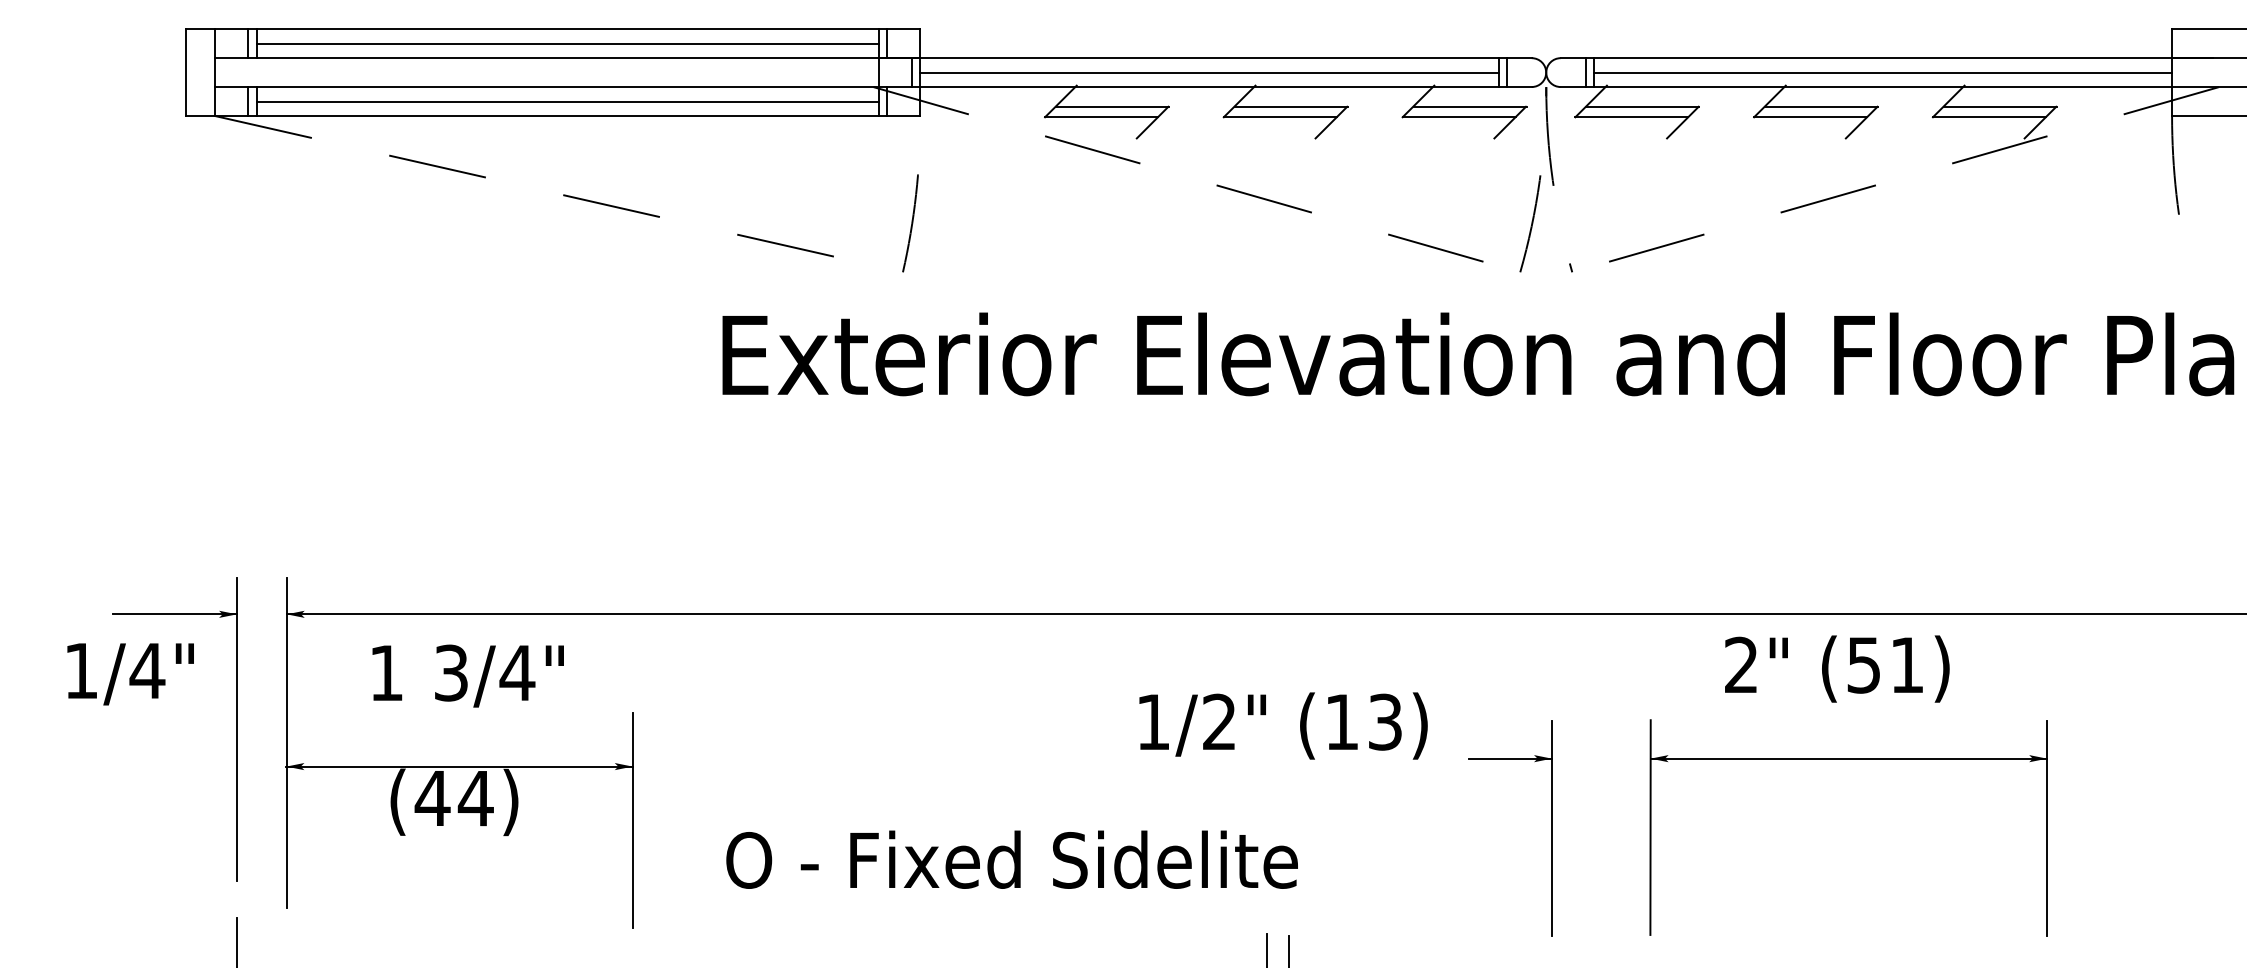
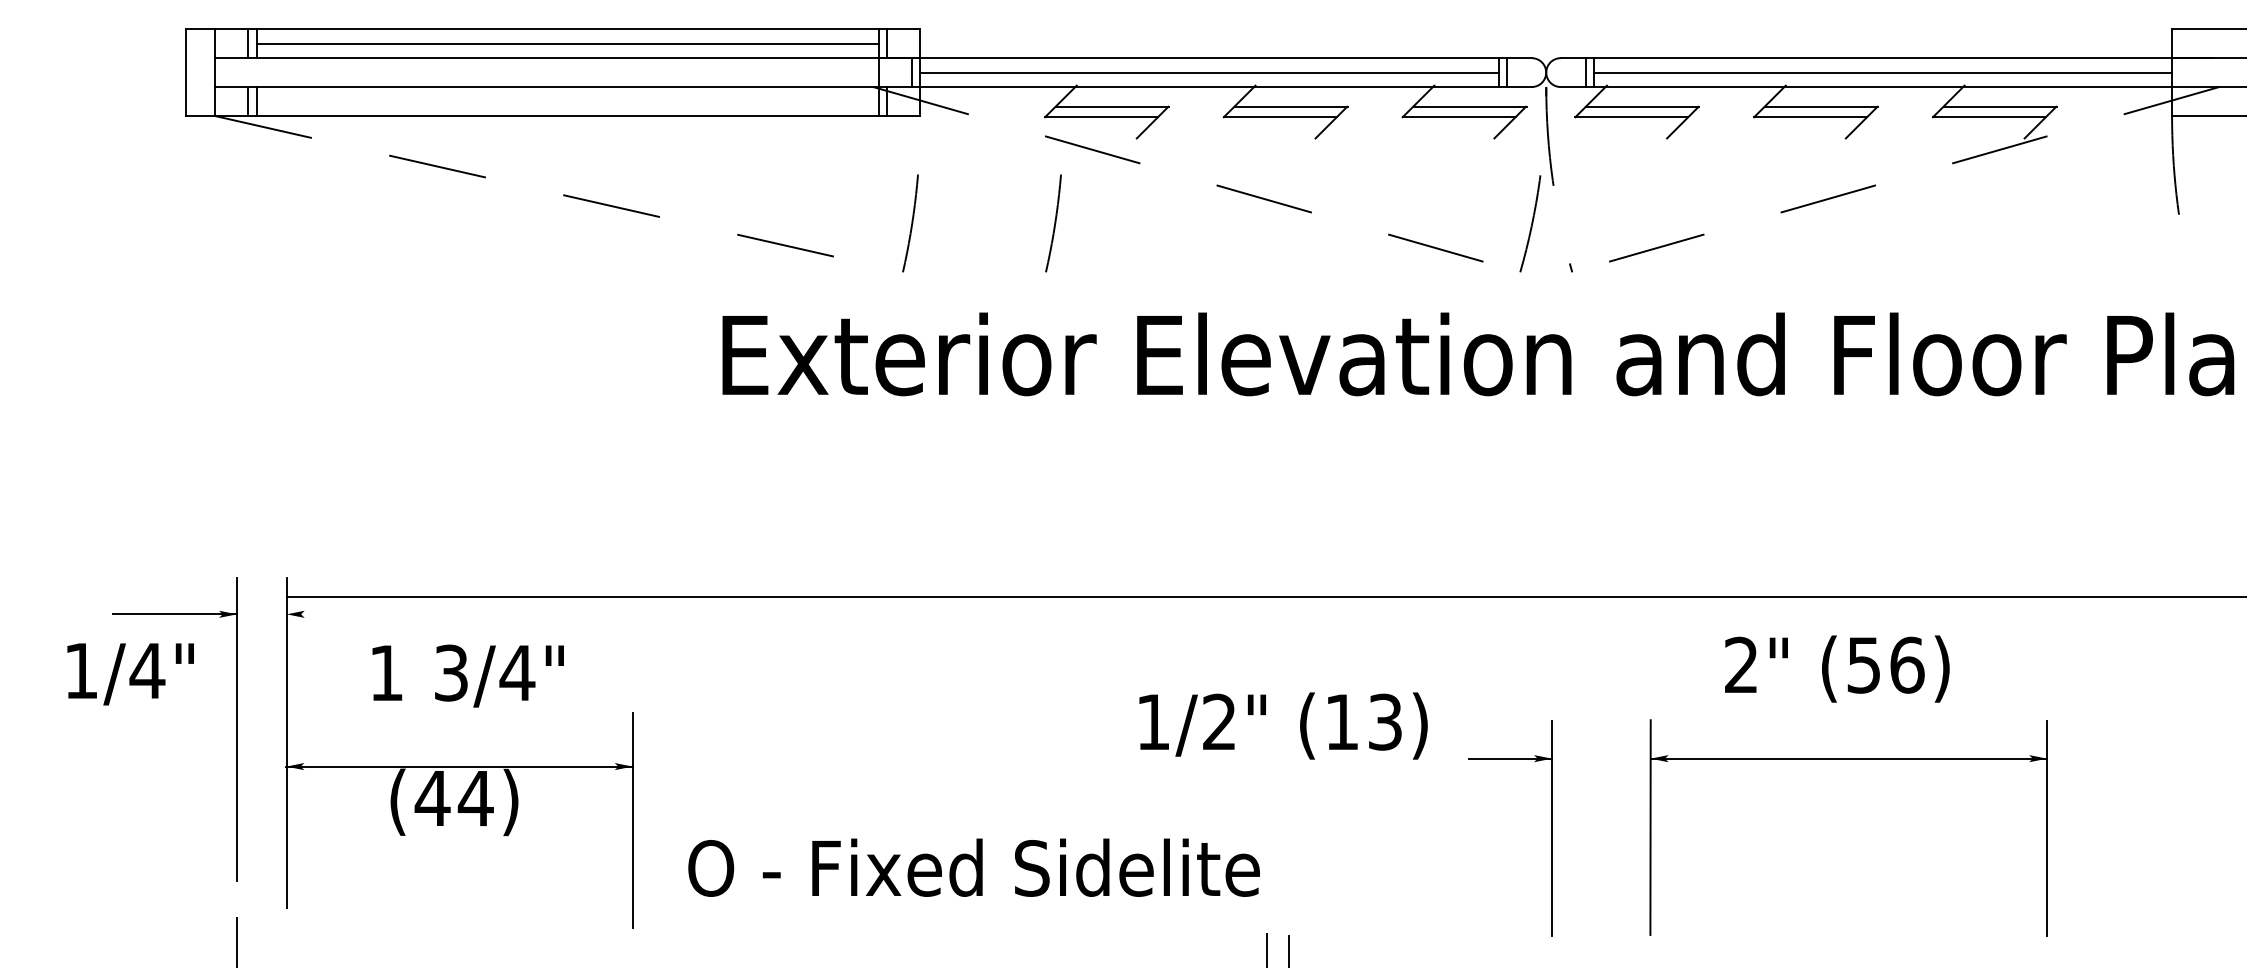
line at (567, 101): present -> none
arc at (1054, 223): none -> present
line at (1264, 614) position: (1264, 614) -> (1264, 597)
text at (1907, 664): (51) -> (56)
text at (1011, 859) position: (1011, 859) -> (973, 867)
